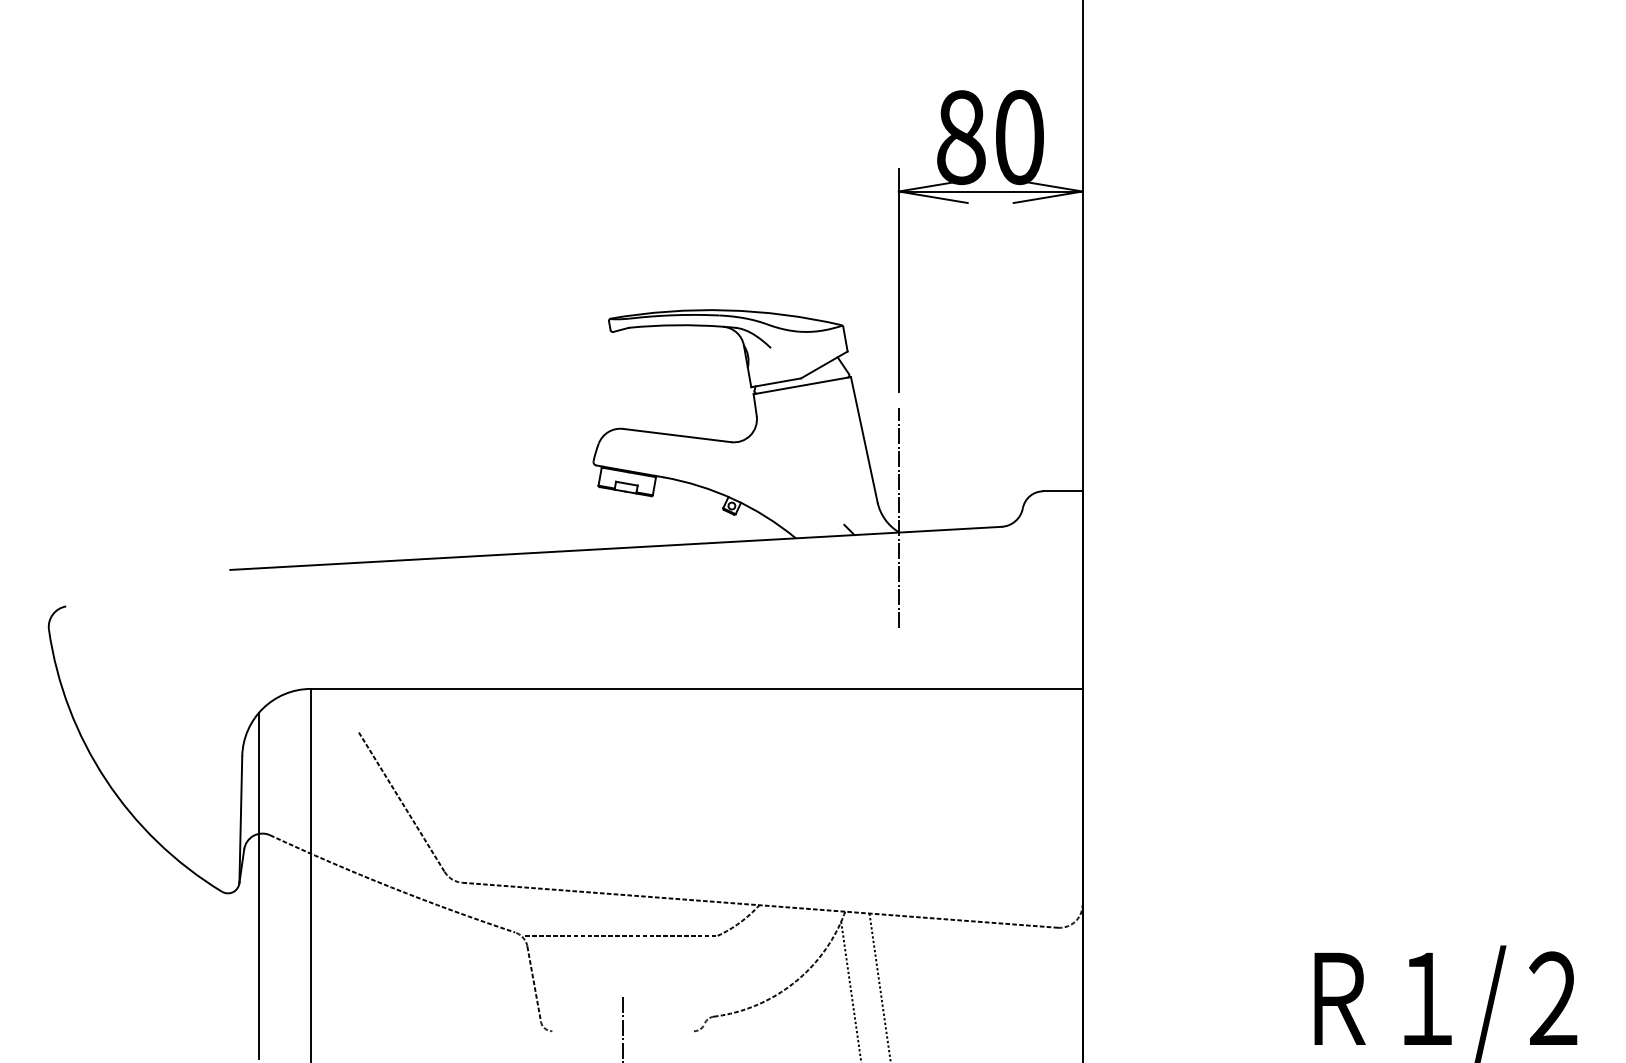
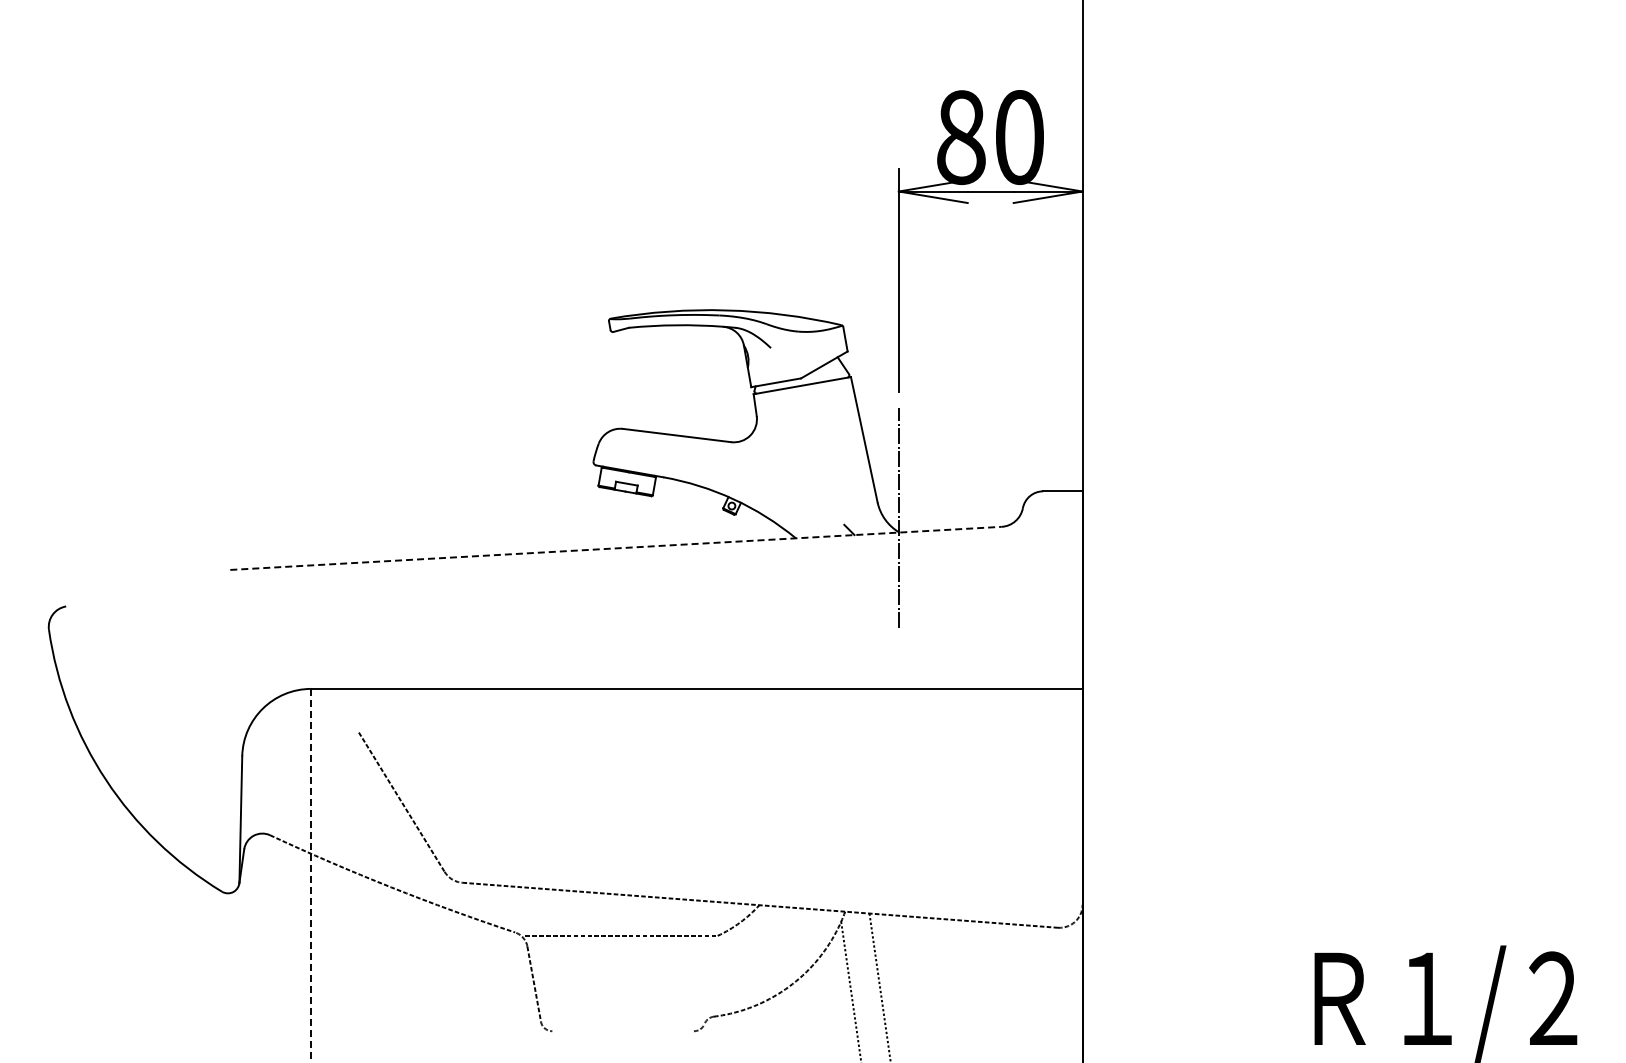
line at (616, 548): solid -> dashed
line at (310, 875): solid -> dashed
line at (258, 885): present -> none
line at (623, 1027): present -> none
